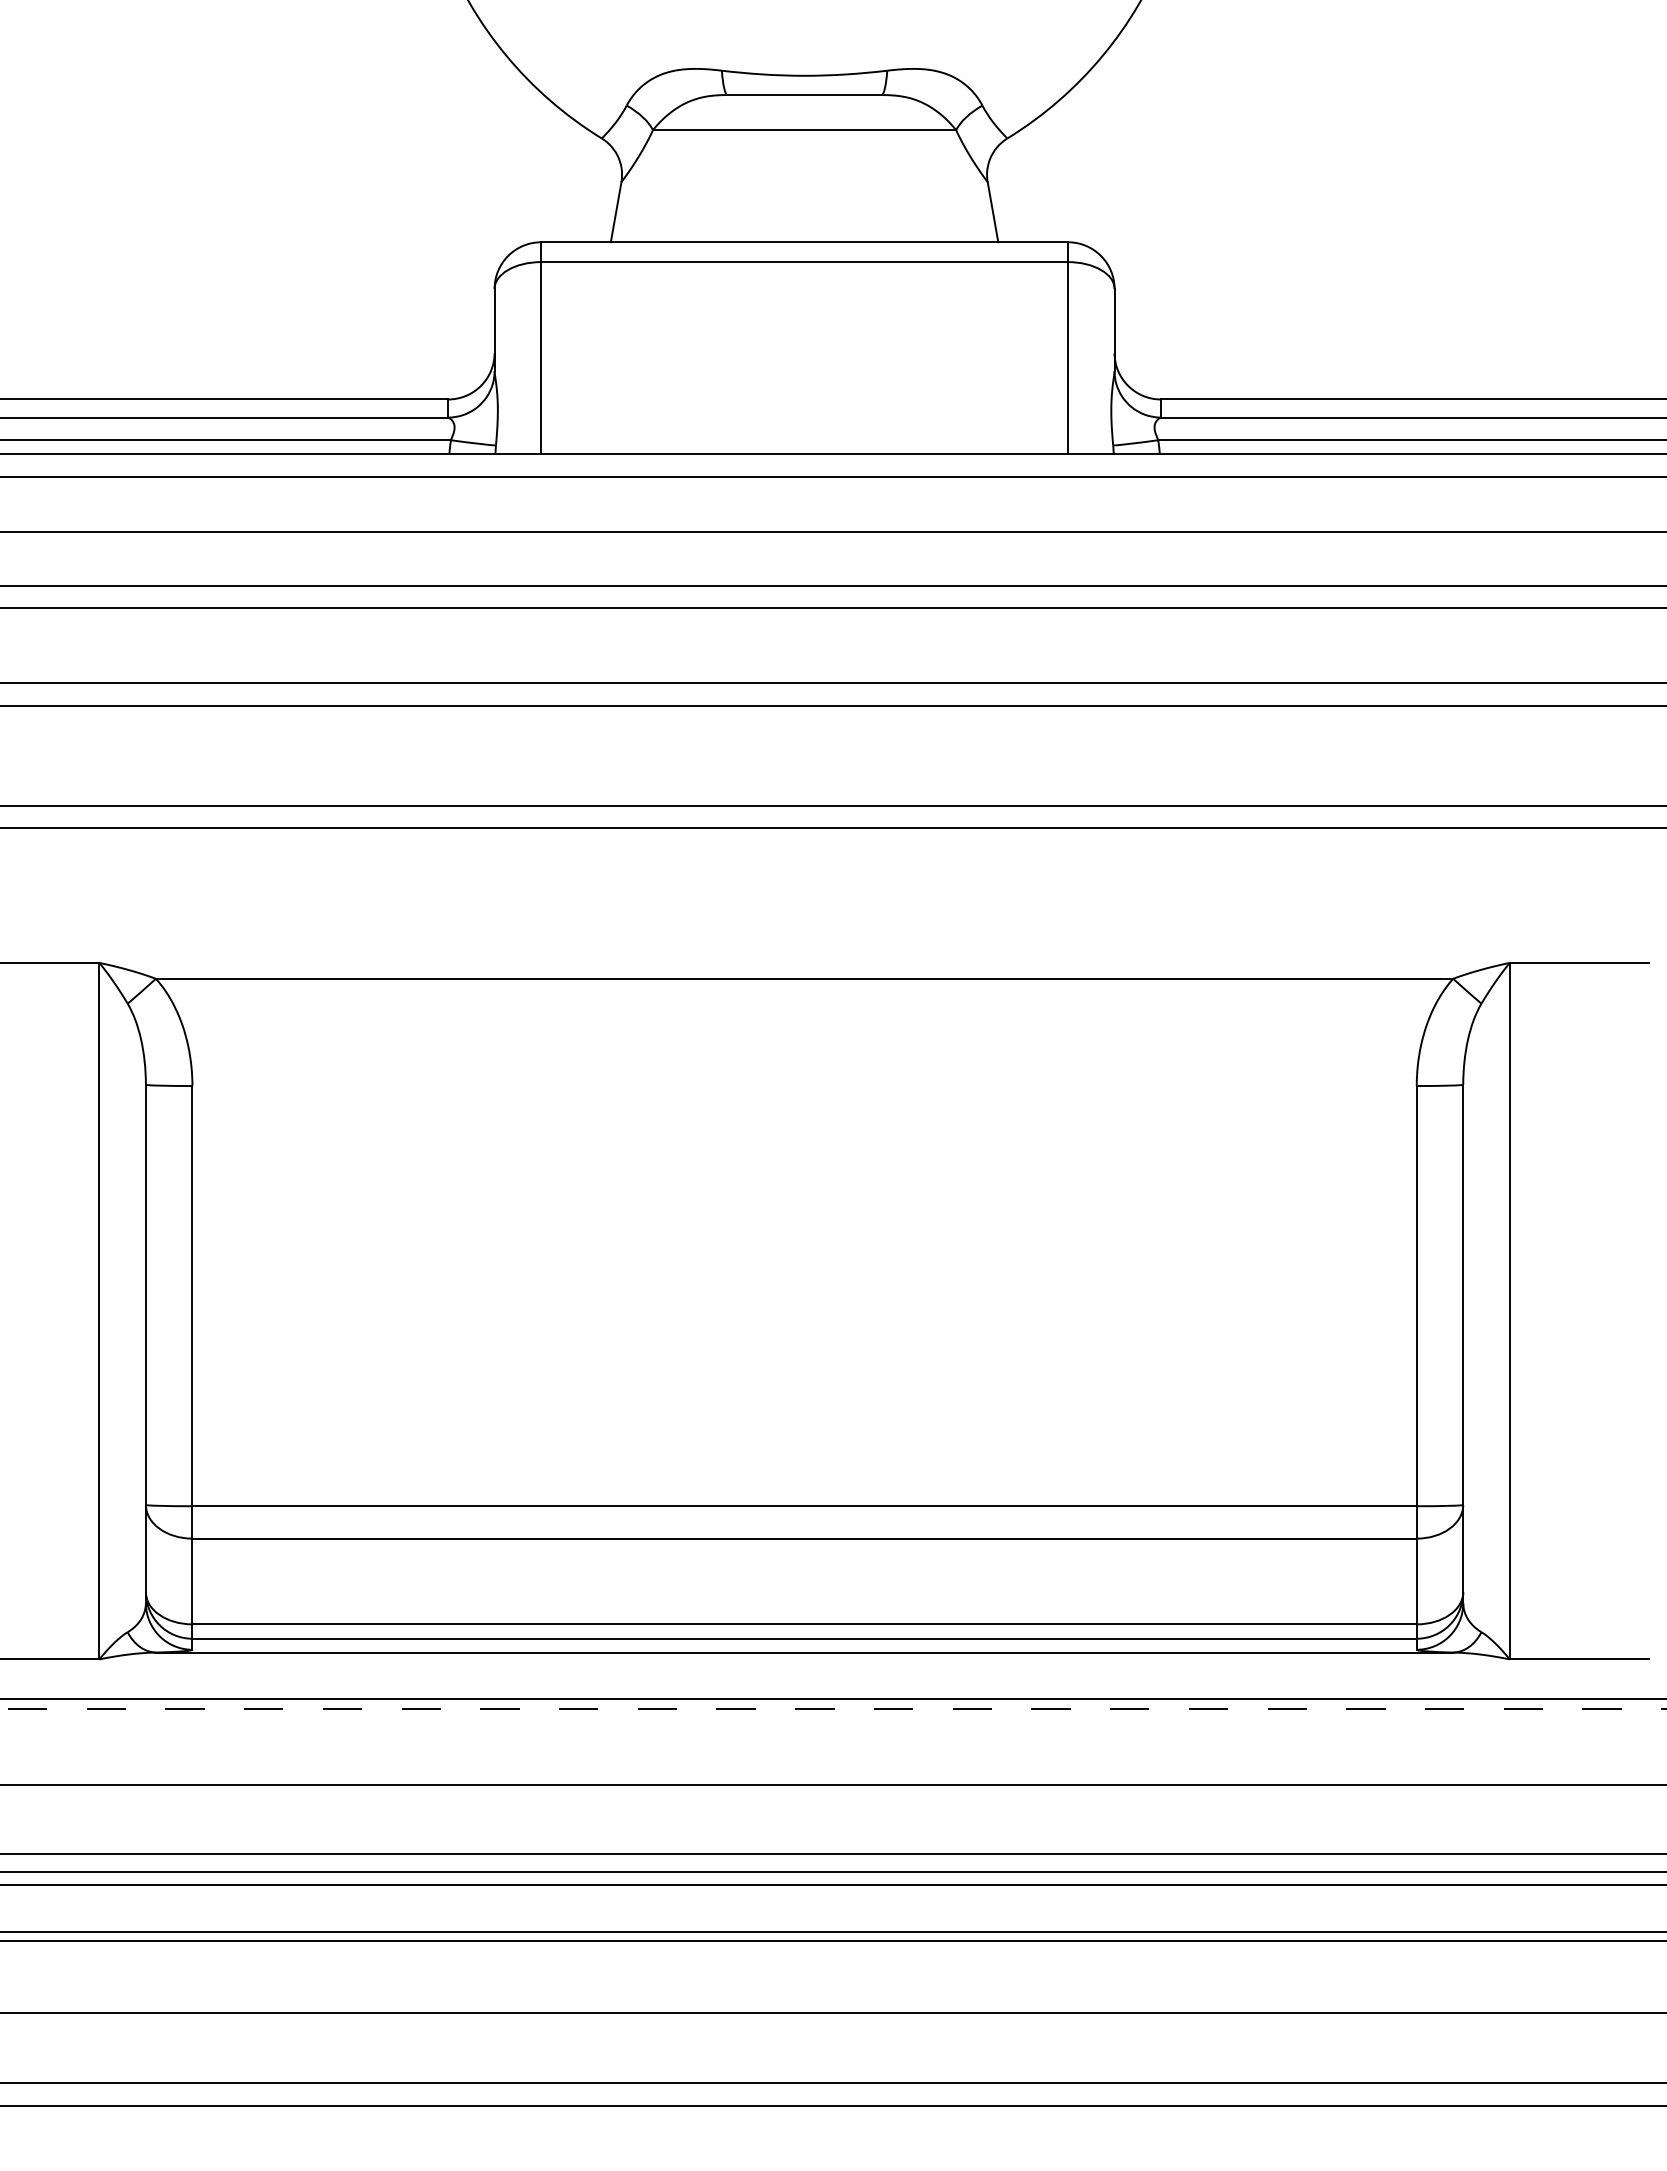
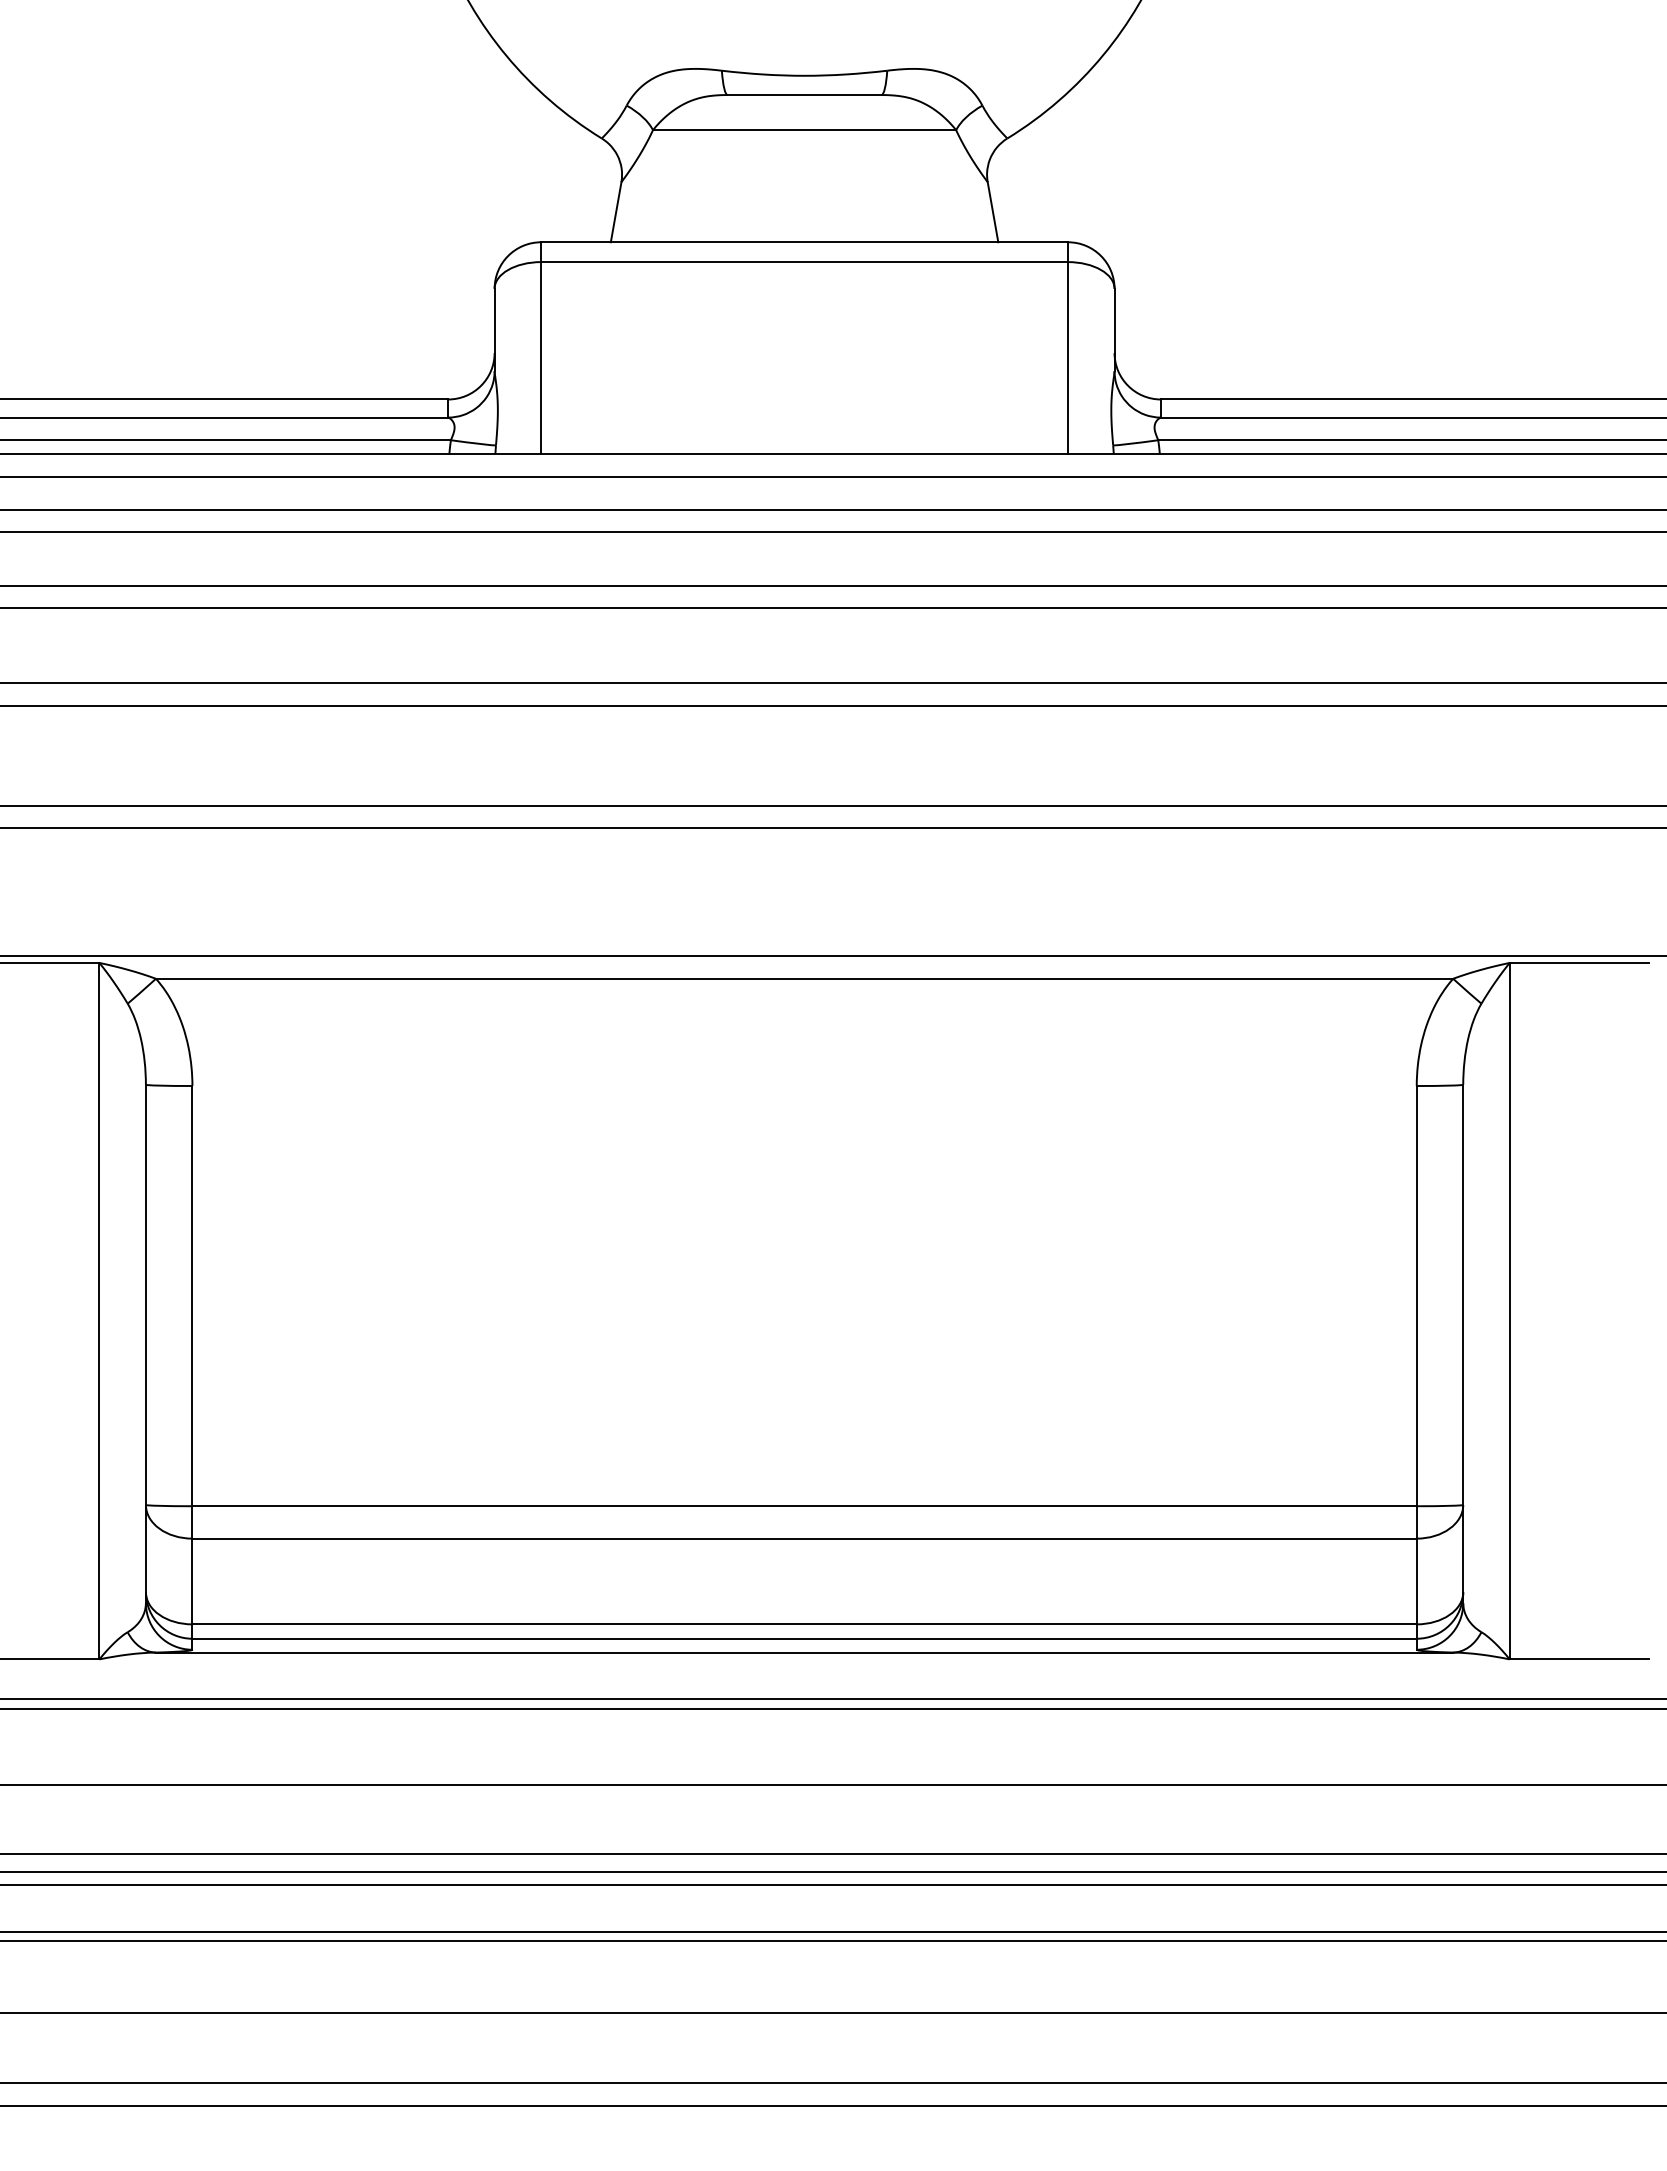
line at (832, 509): none -> present
line at (832, 956): none -> present
line at (833, 1709): dashed -> solid
